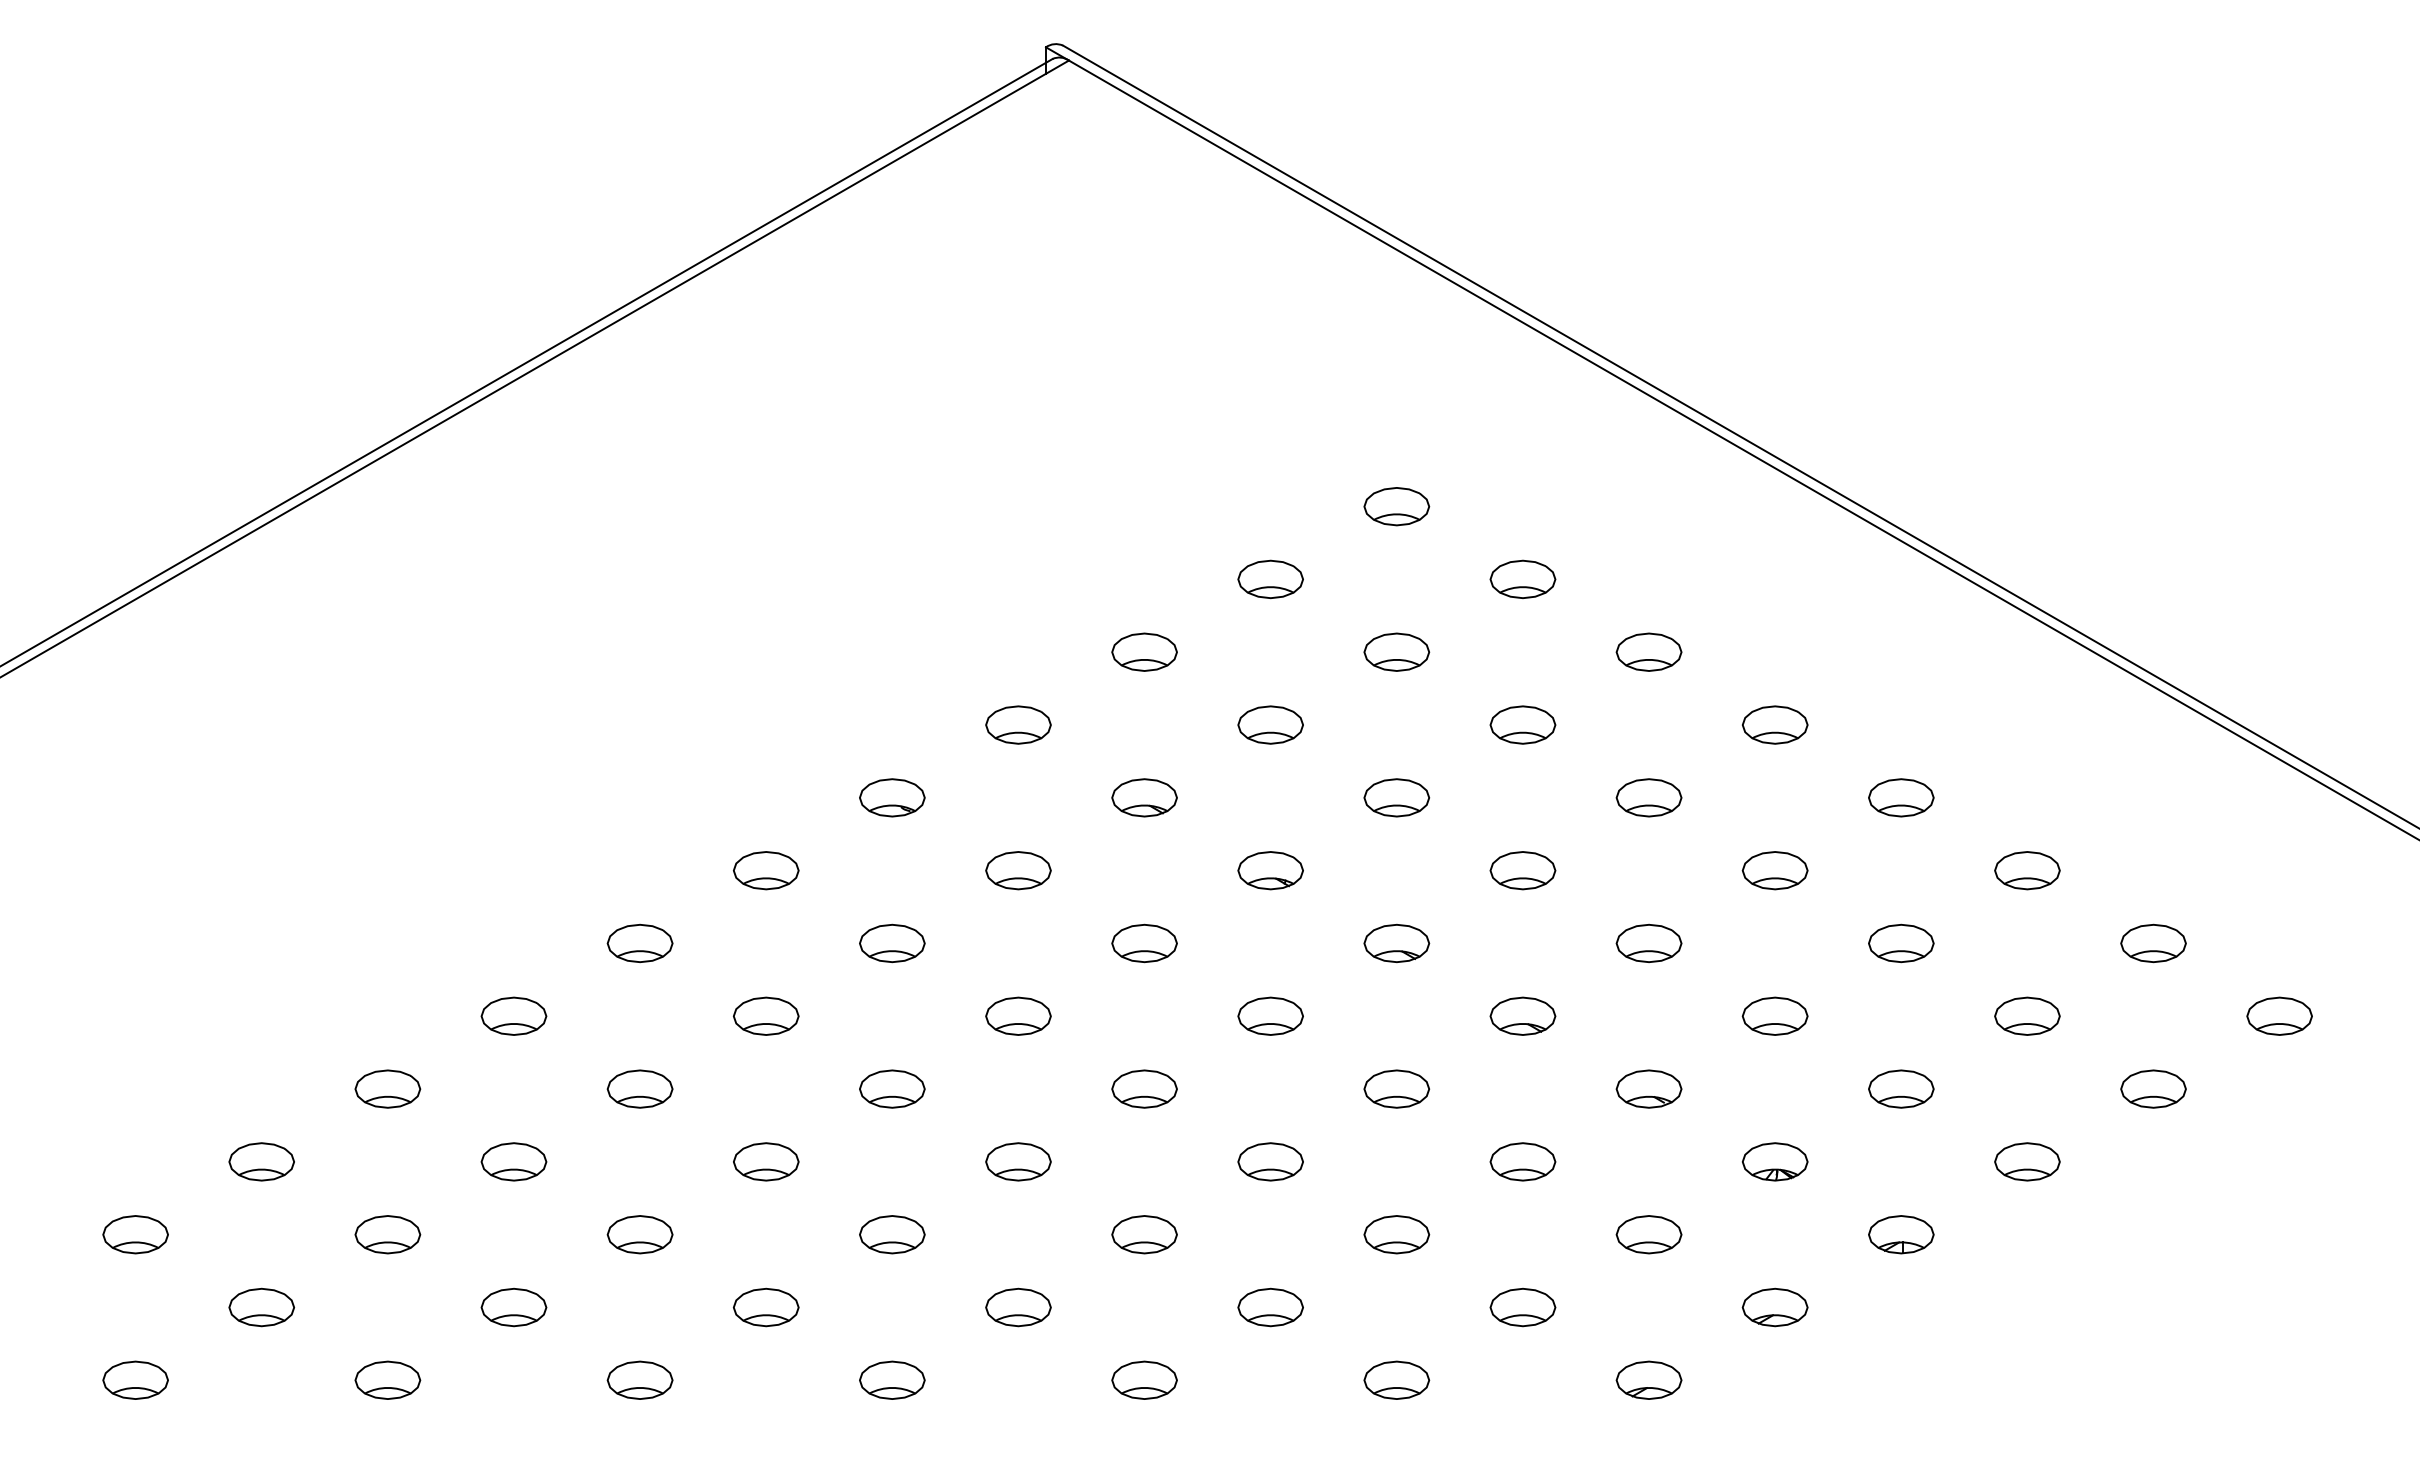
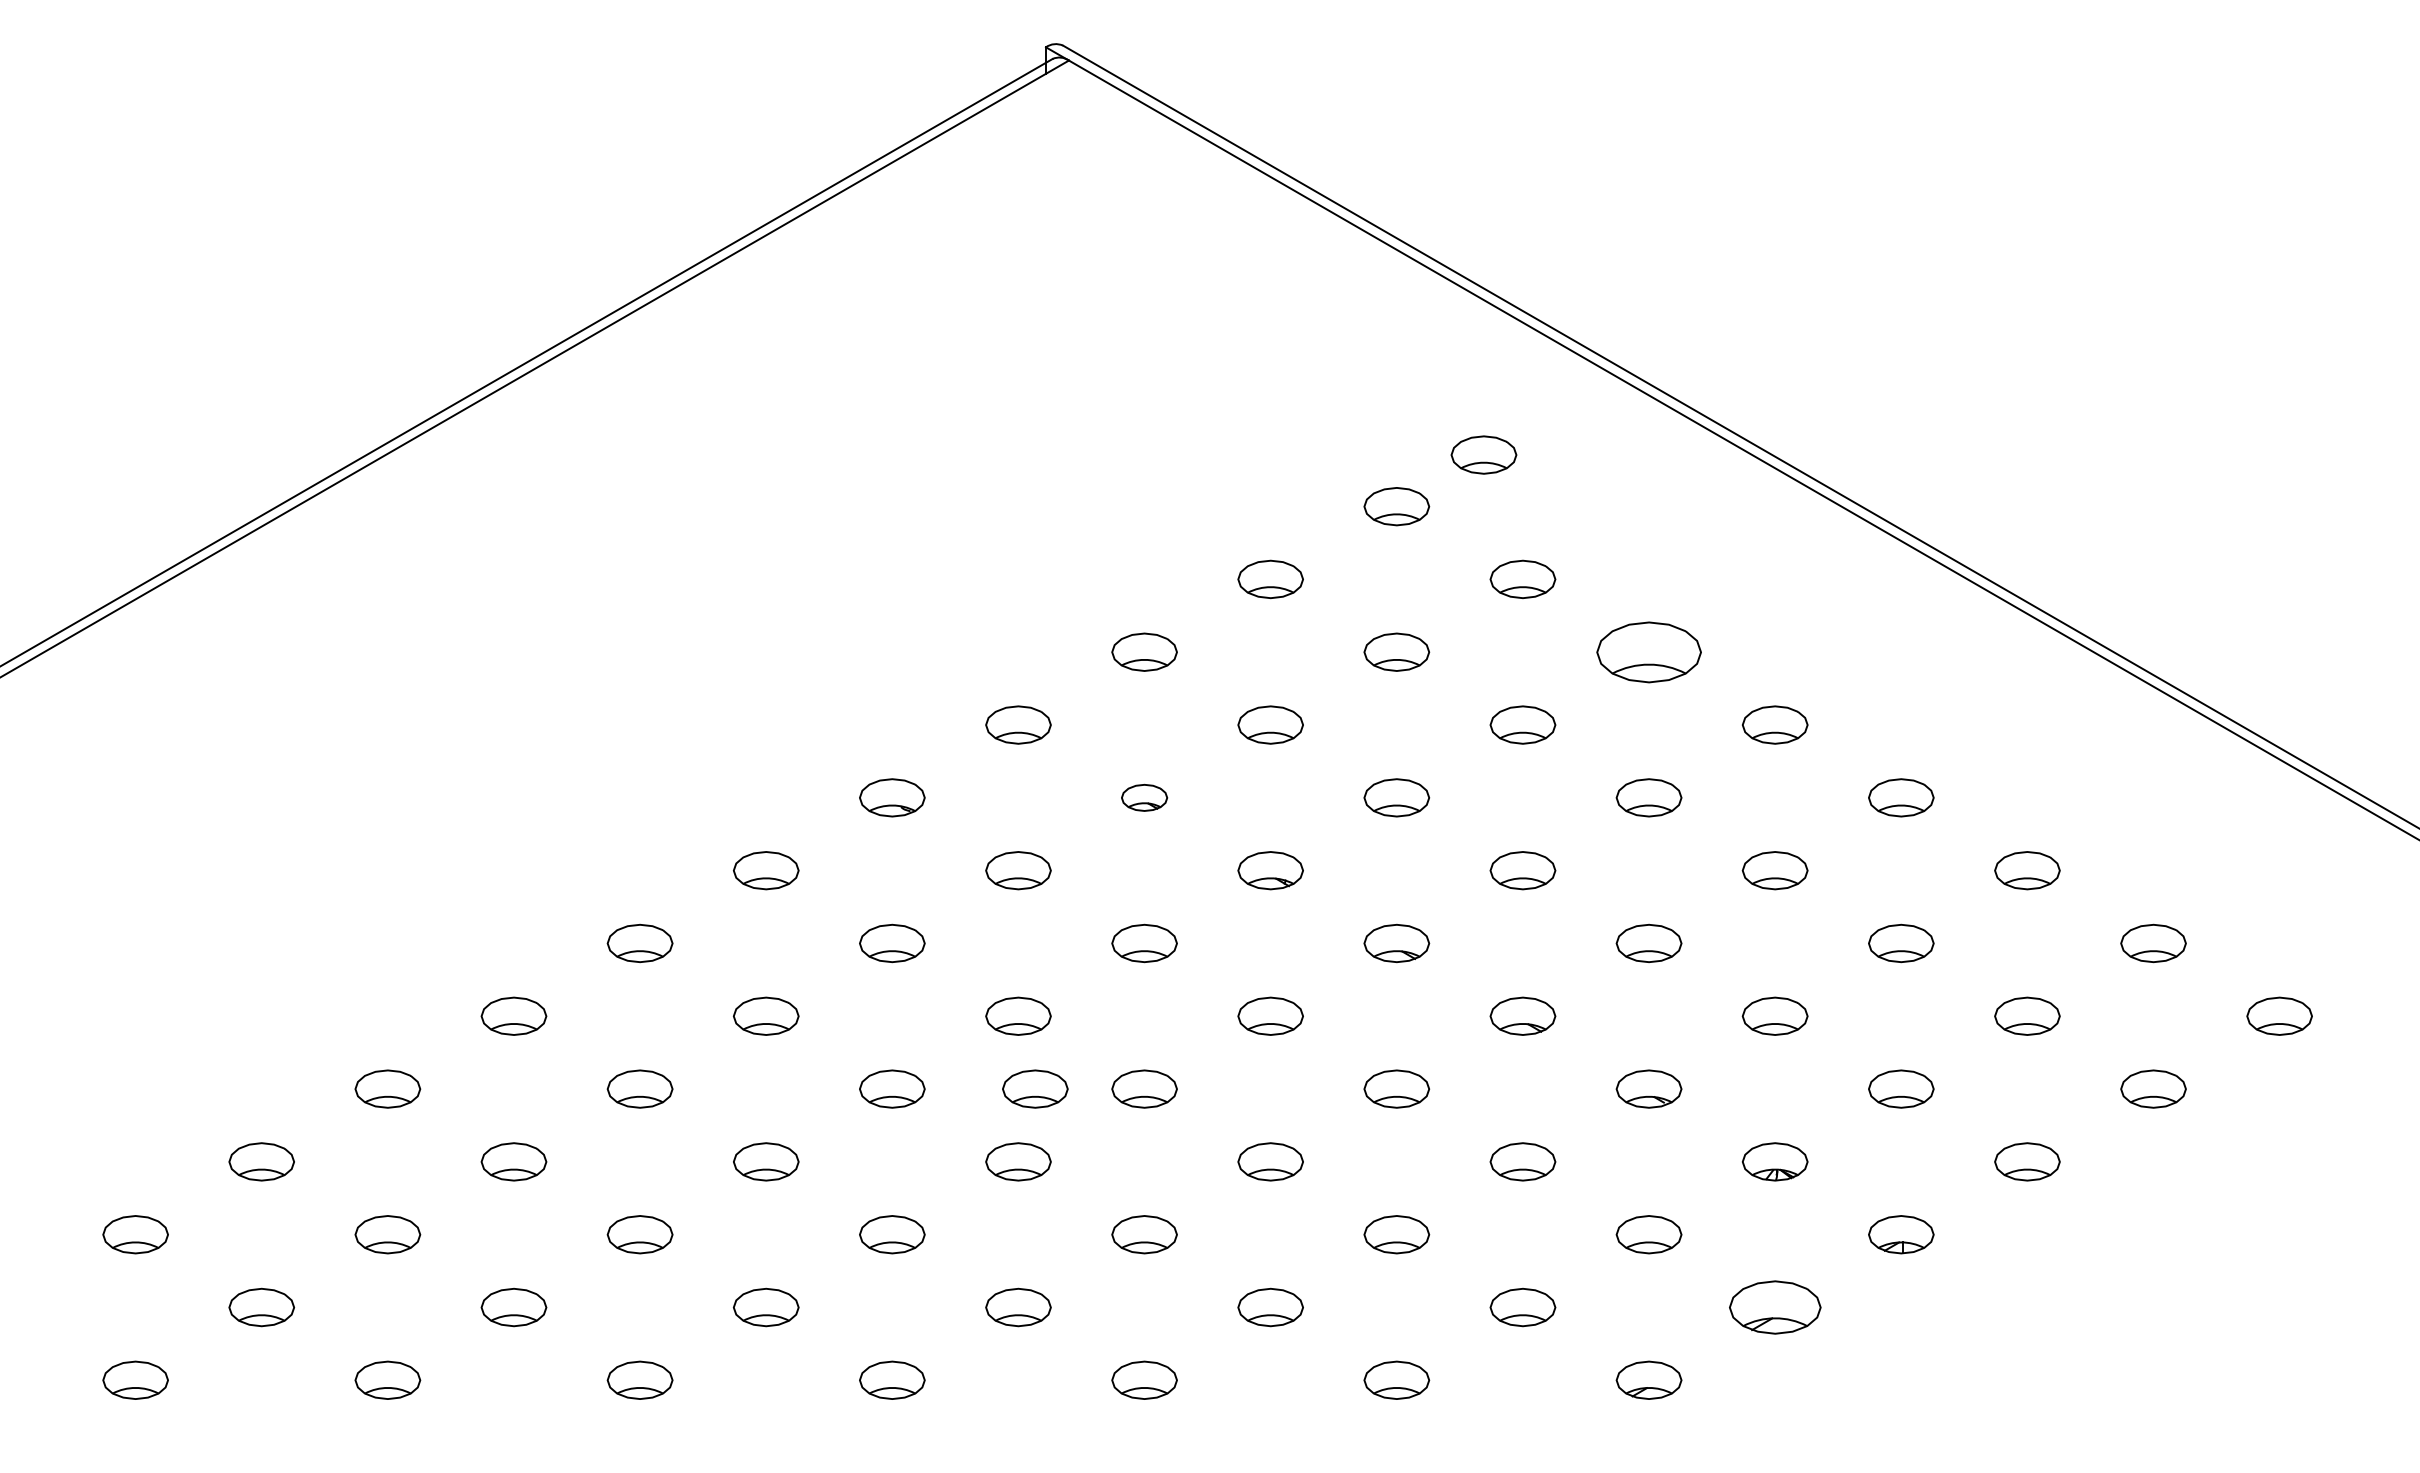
part at (1483, 454): none -> present
part at (1648, 651) size: 68x40 px -> 106x63 px
part at (1144, 797) size: 67x40 px -> 48x29 px
part at (1035, 1088): none -> present
part at (1774, 1307) size: 68x41 px -> 93x55 px
